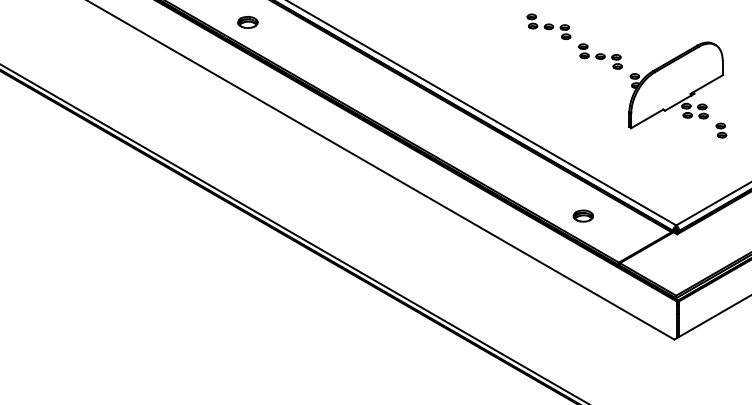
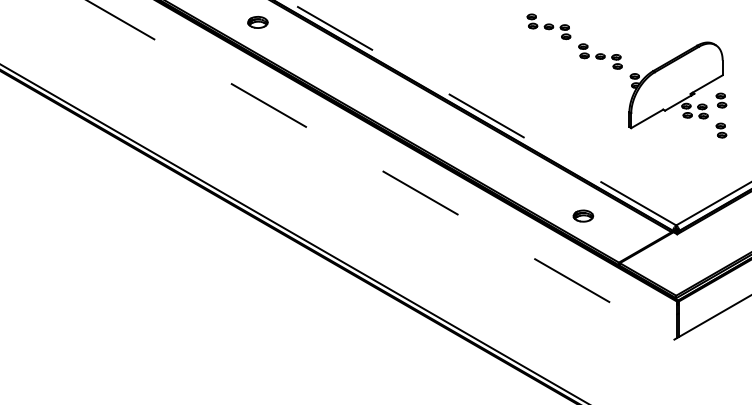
part at (247, 21) position: (247, 21) -> (257, 21)
part at (721, 100): none -> present
line at (480, 112): solid -> dashed
line at (380, 170): solid -> dashed
